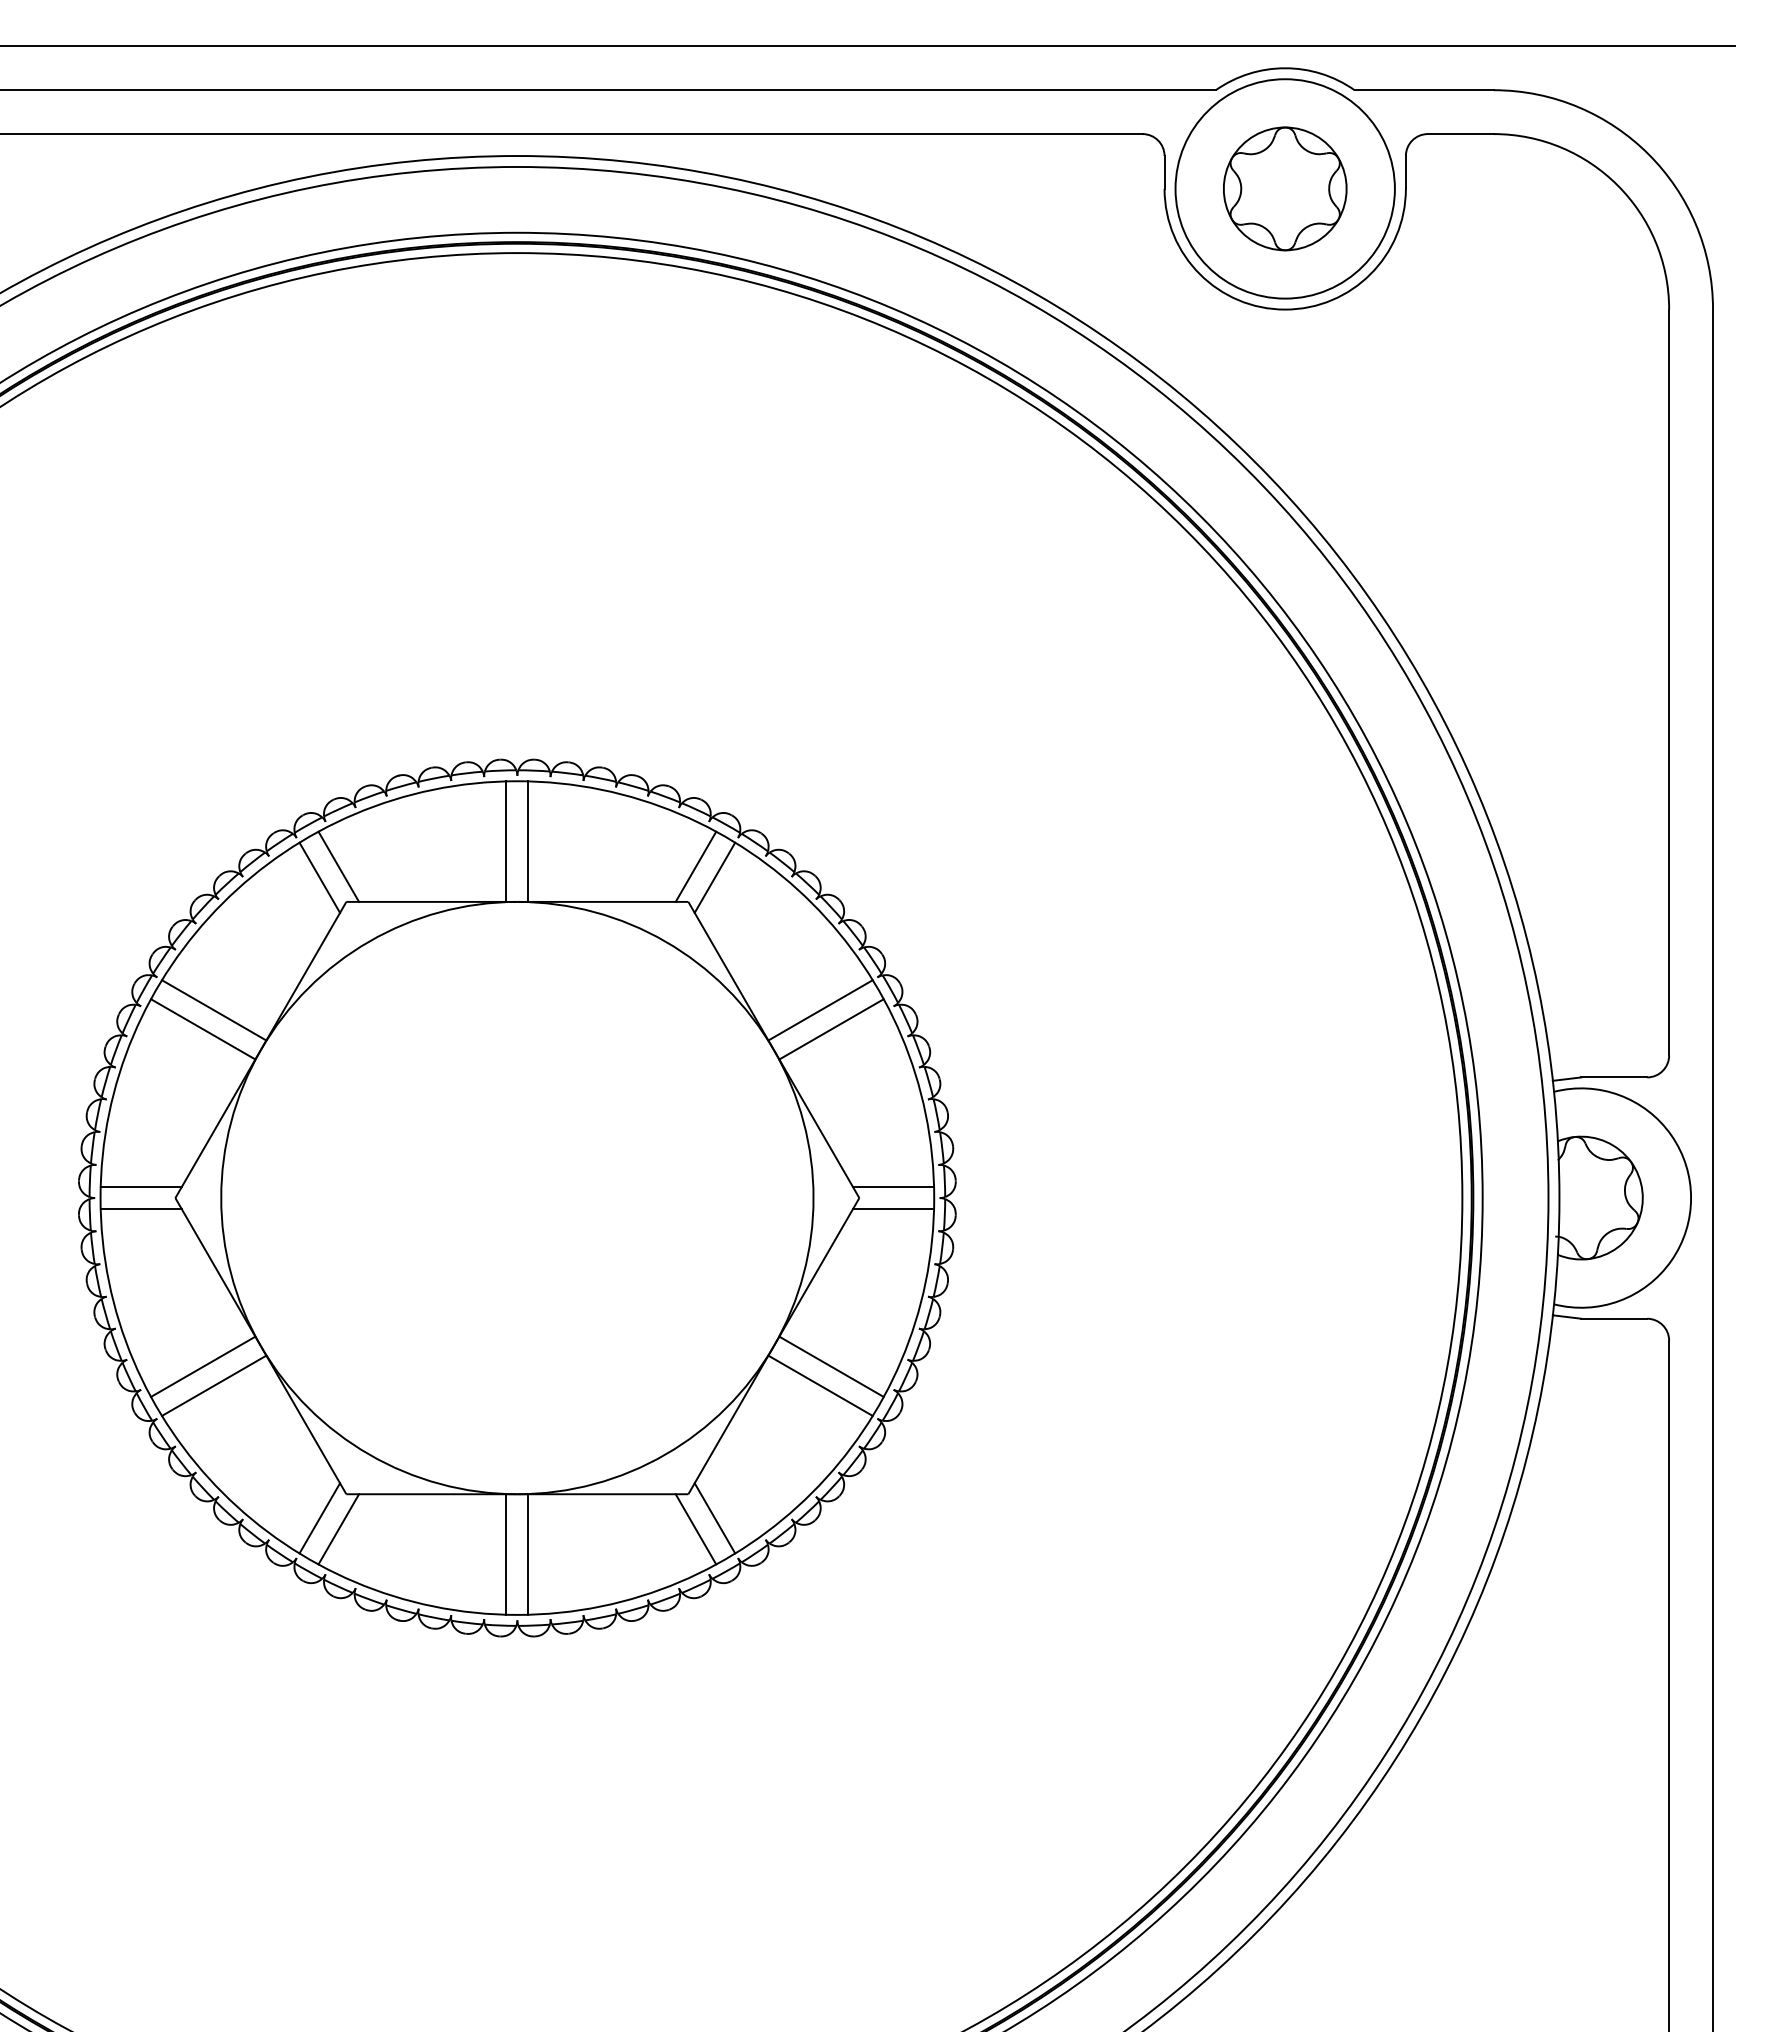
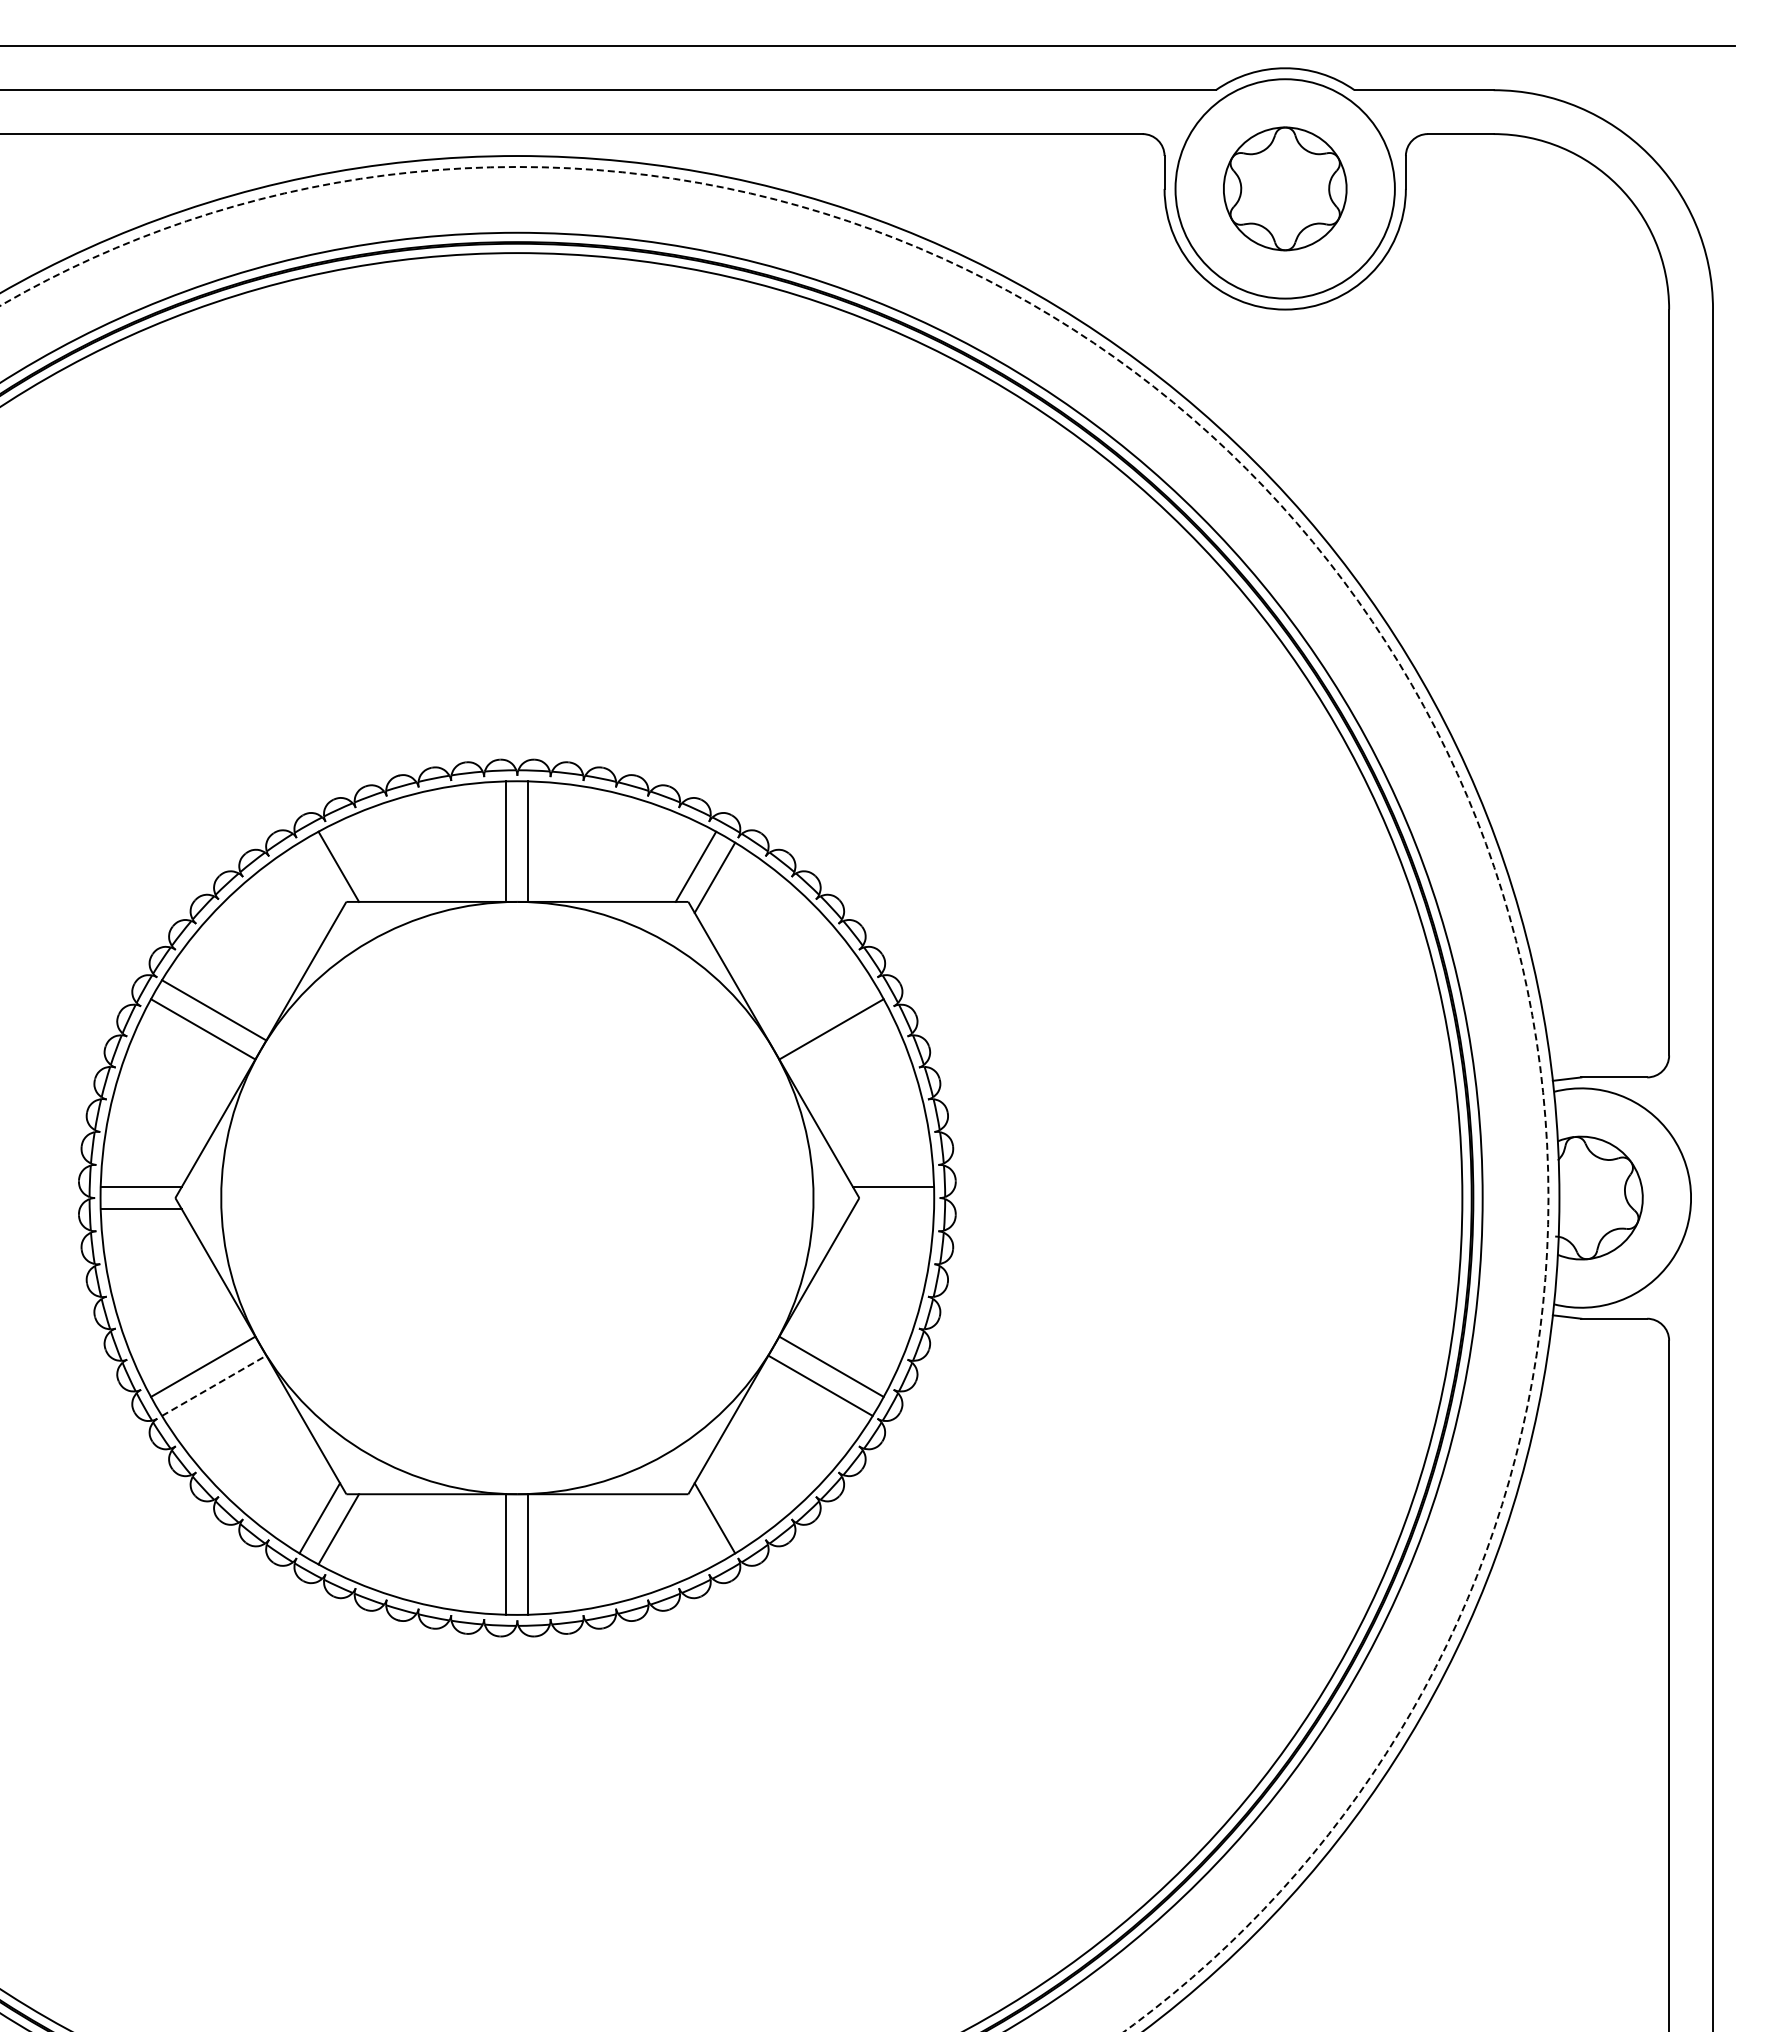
line at (319, 877): present -> none
line at (820, 1010): present -> none
circle at (774, 1098): solid -> dashed
line at (893, 1209): present -> none
line at (214, 1385): solid -> dashed
line at (695, 1529): present -> none
